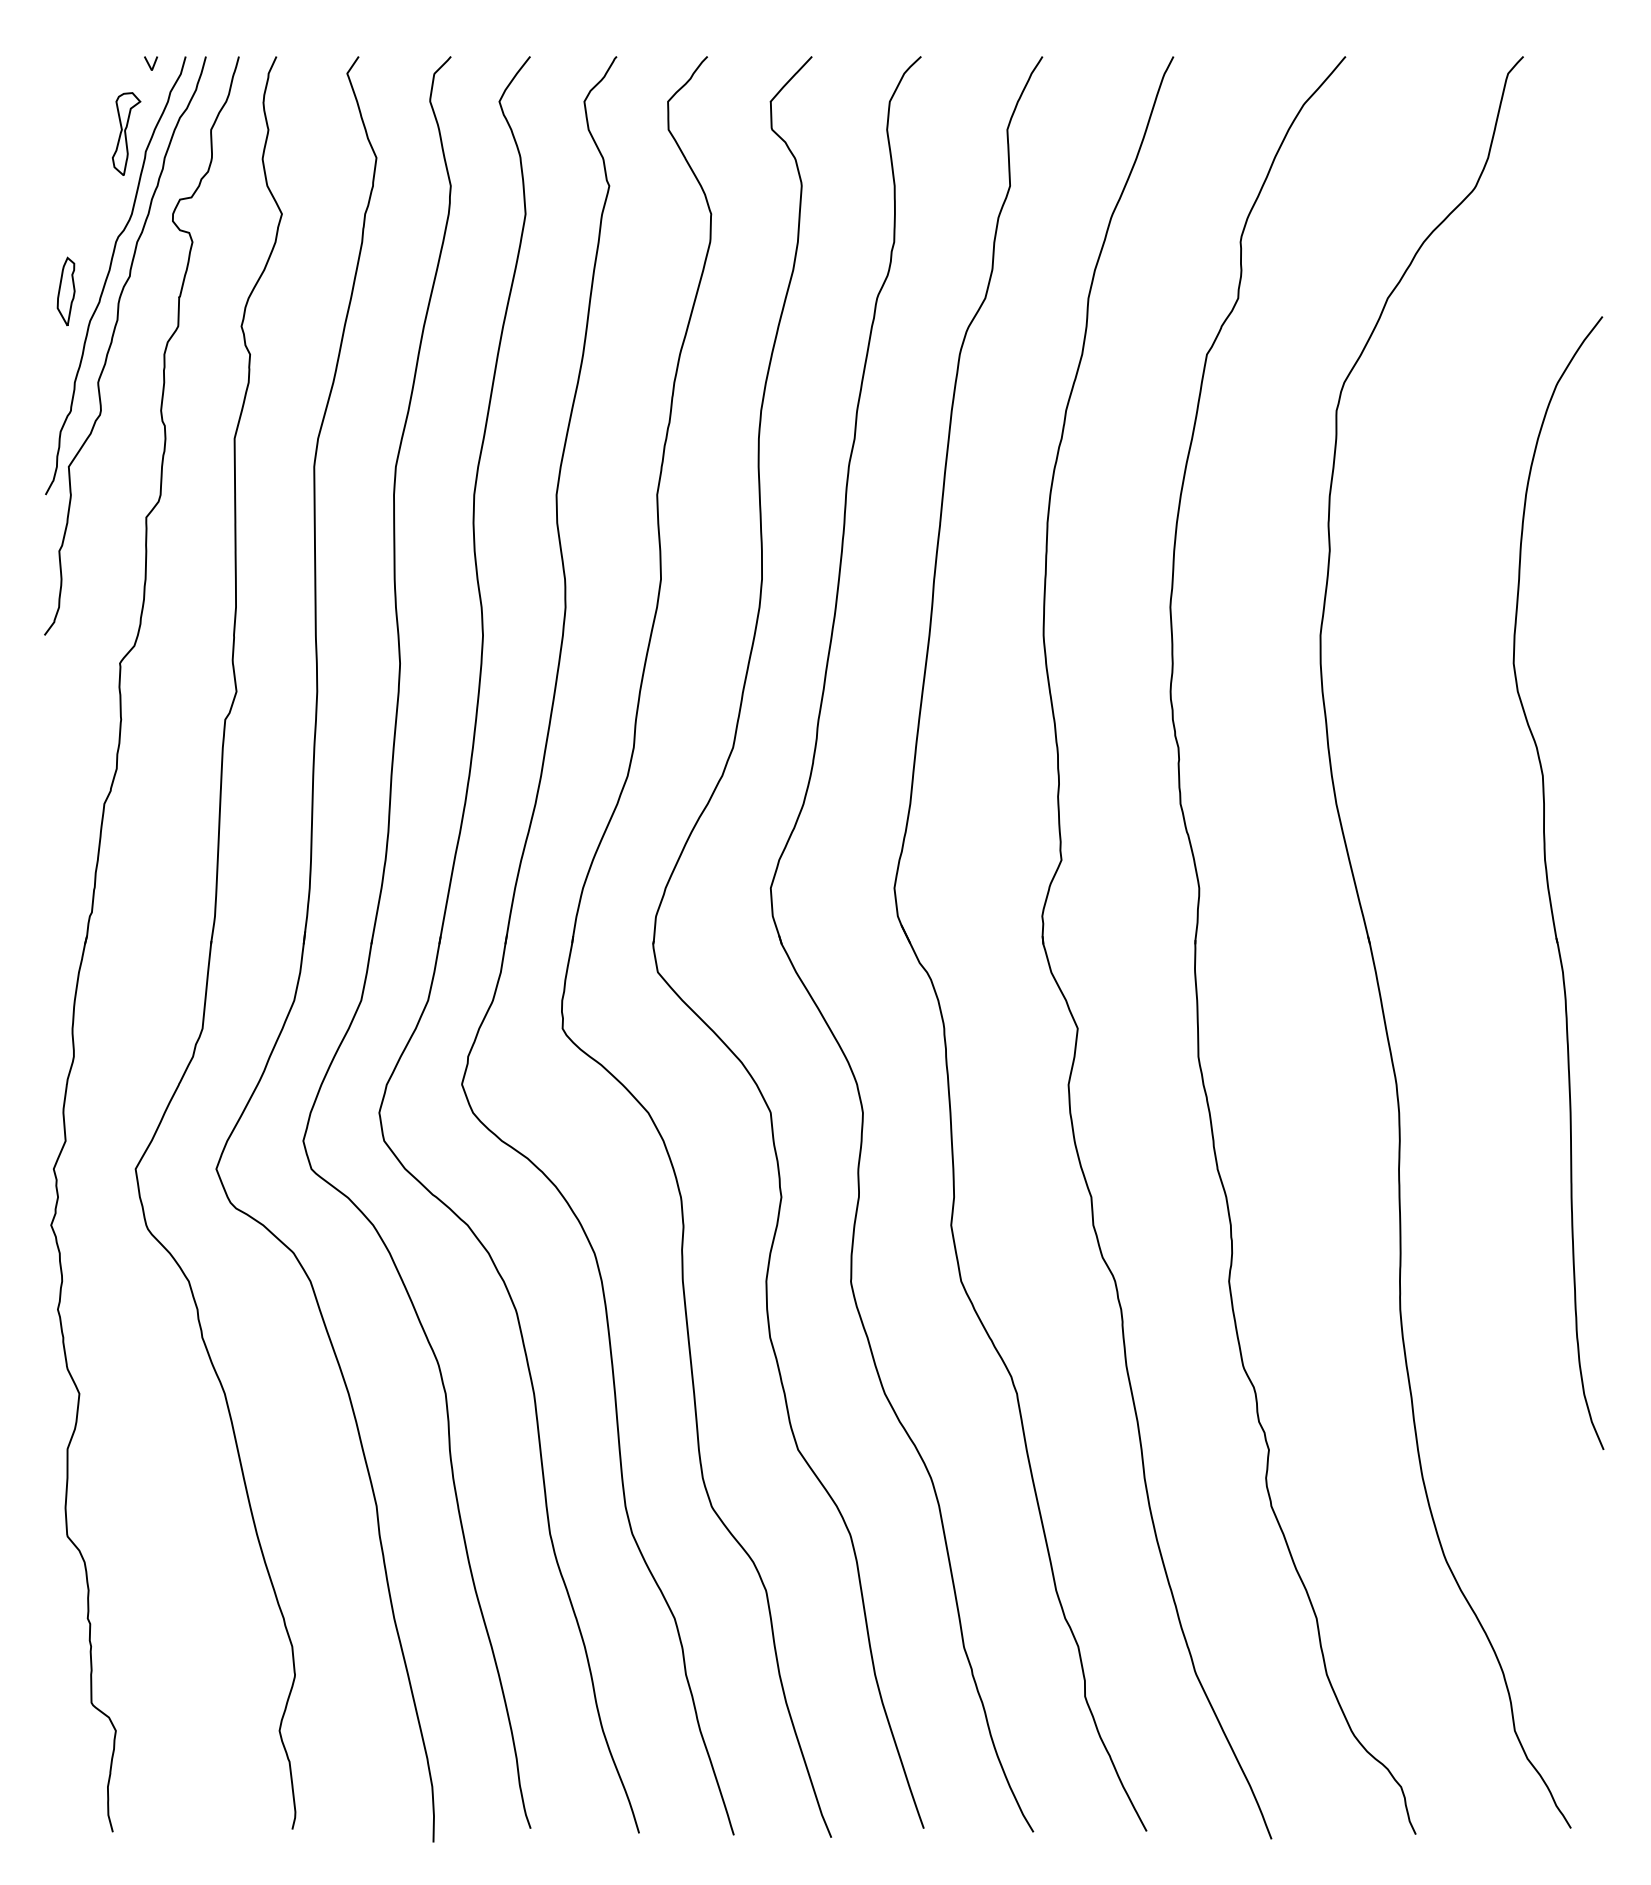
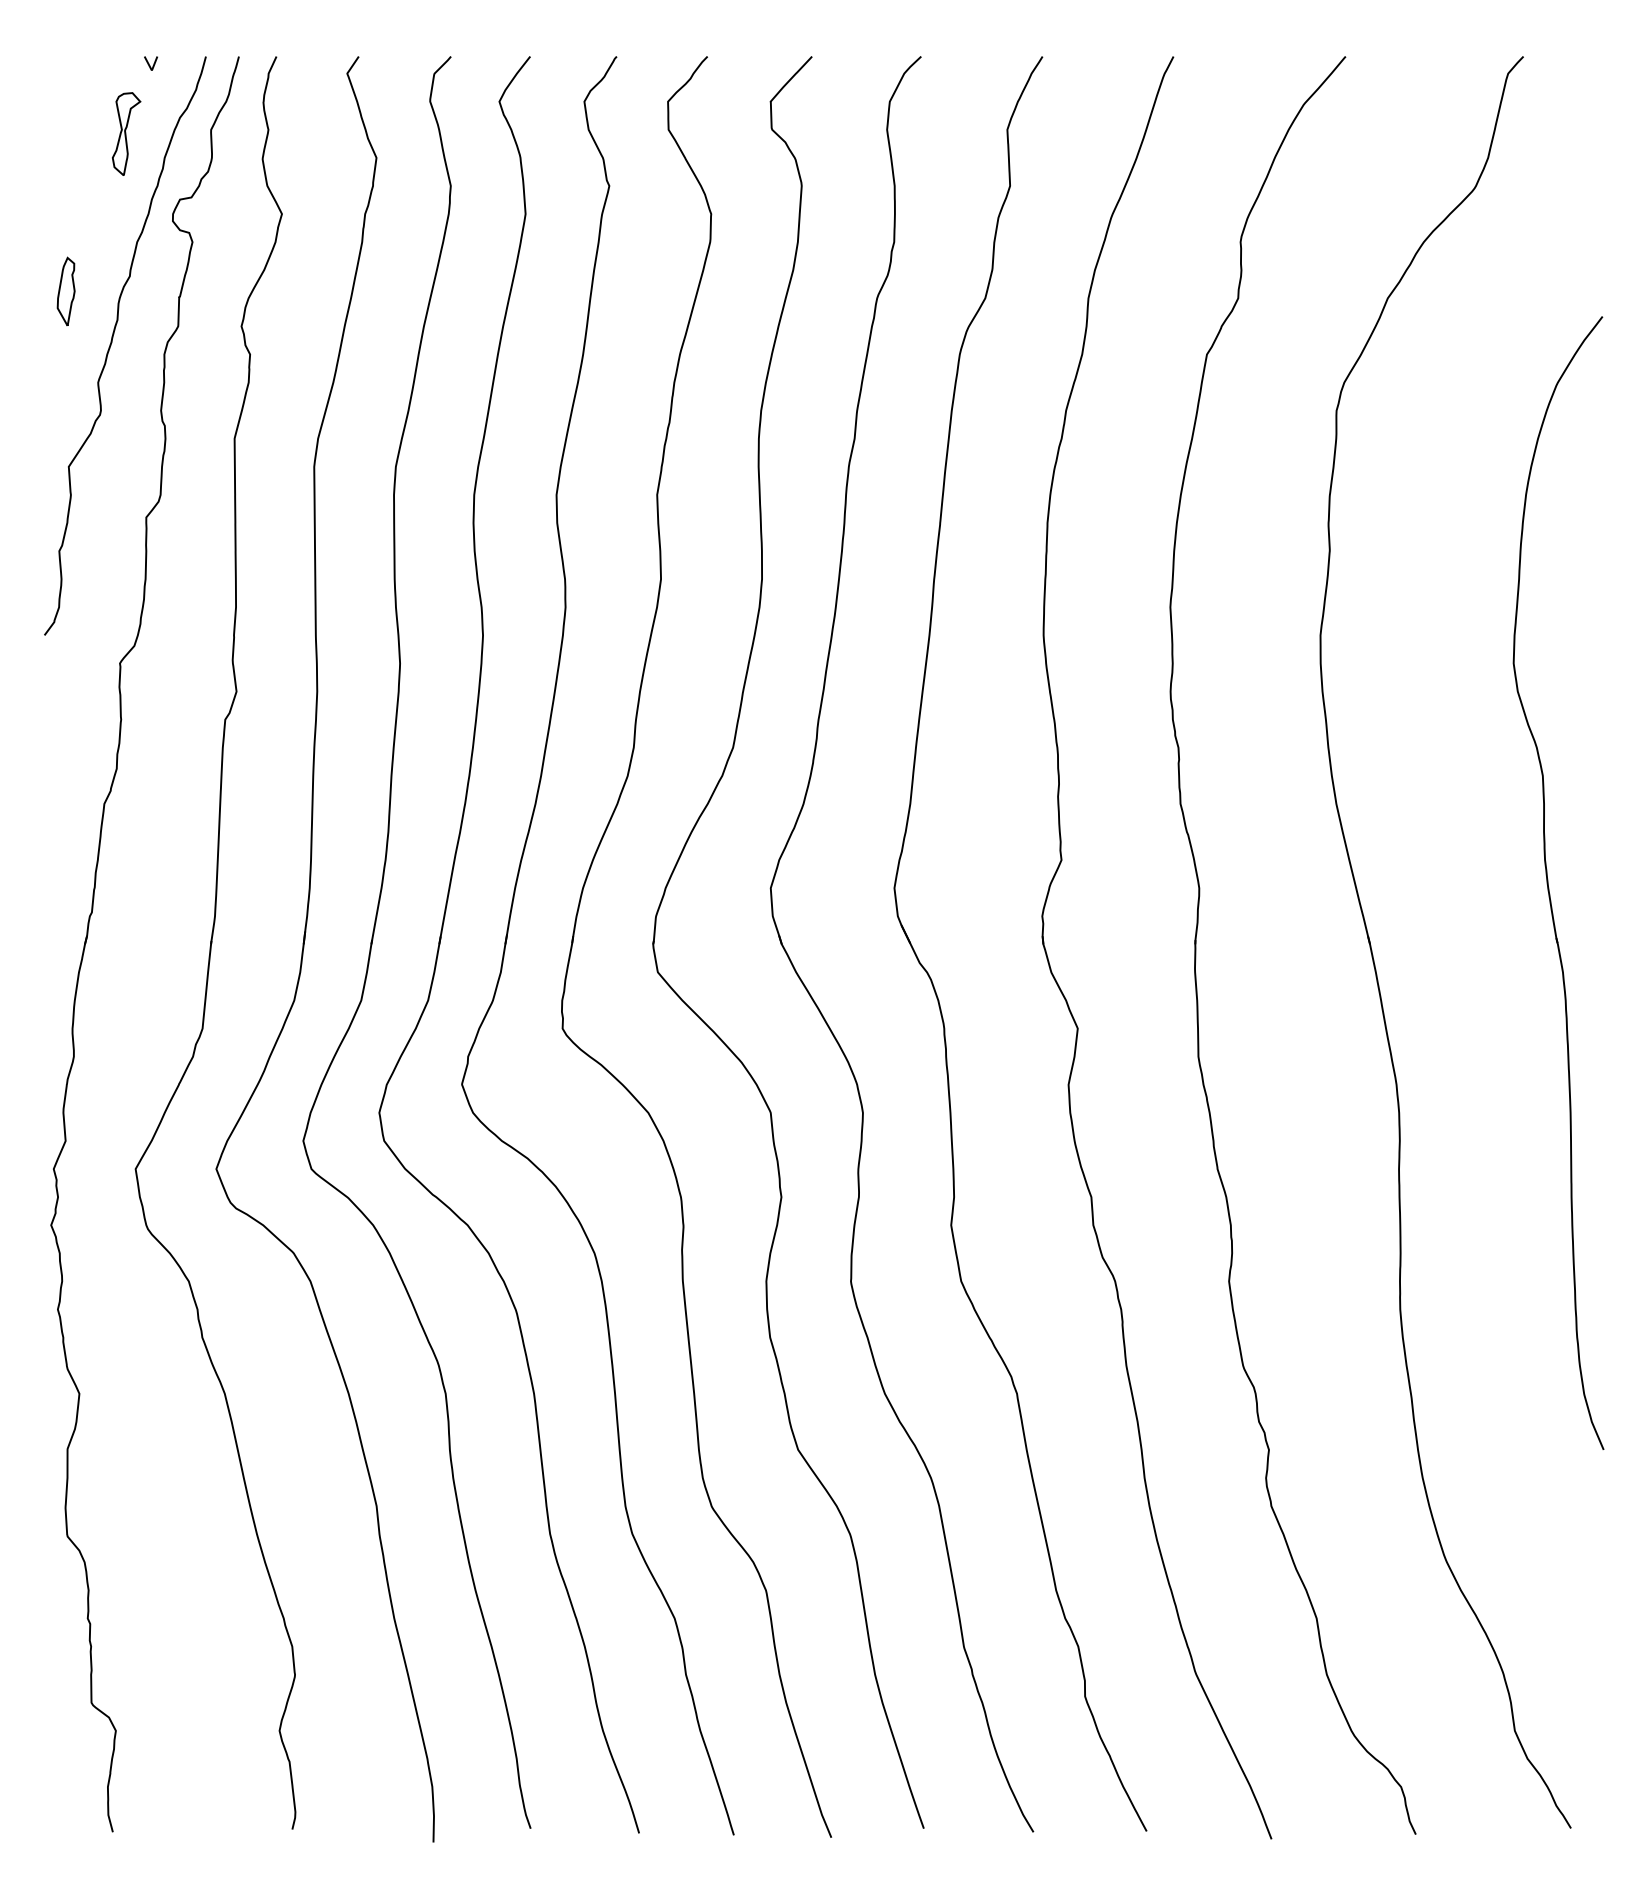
curve at (109, 274): present -> none
